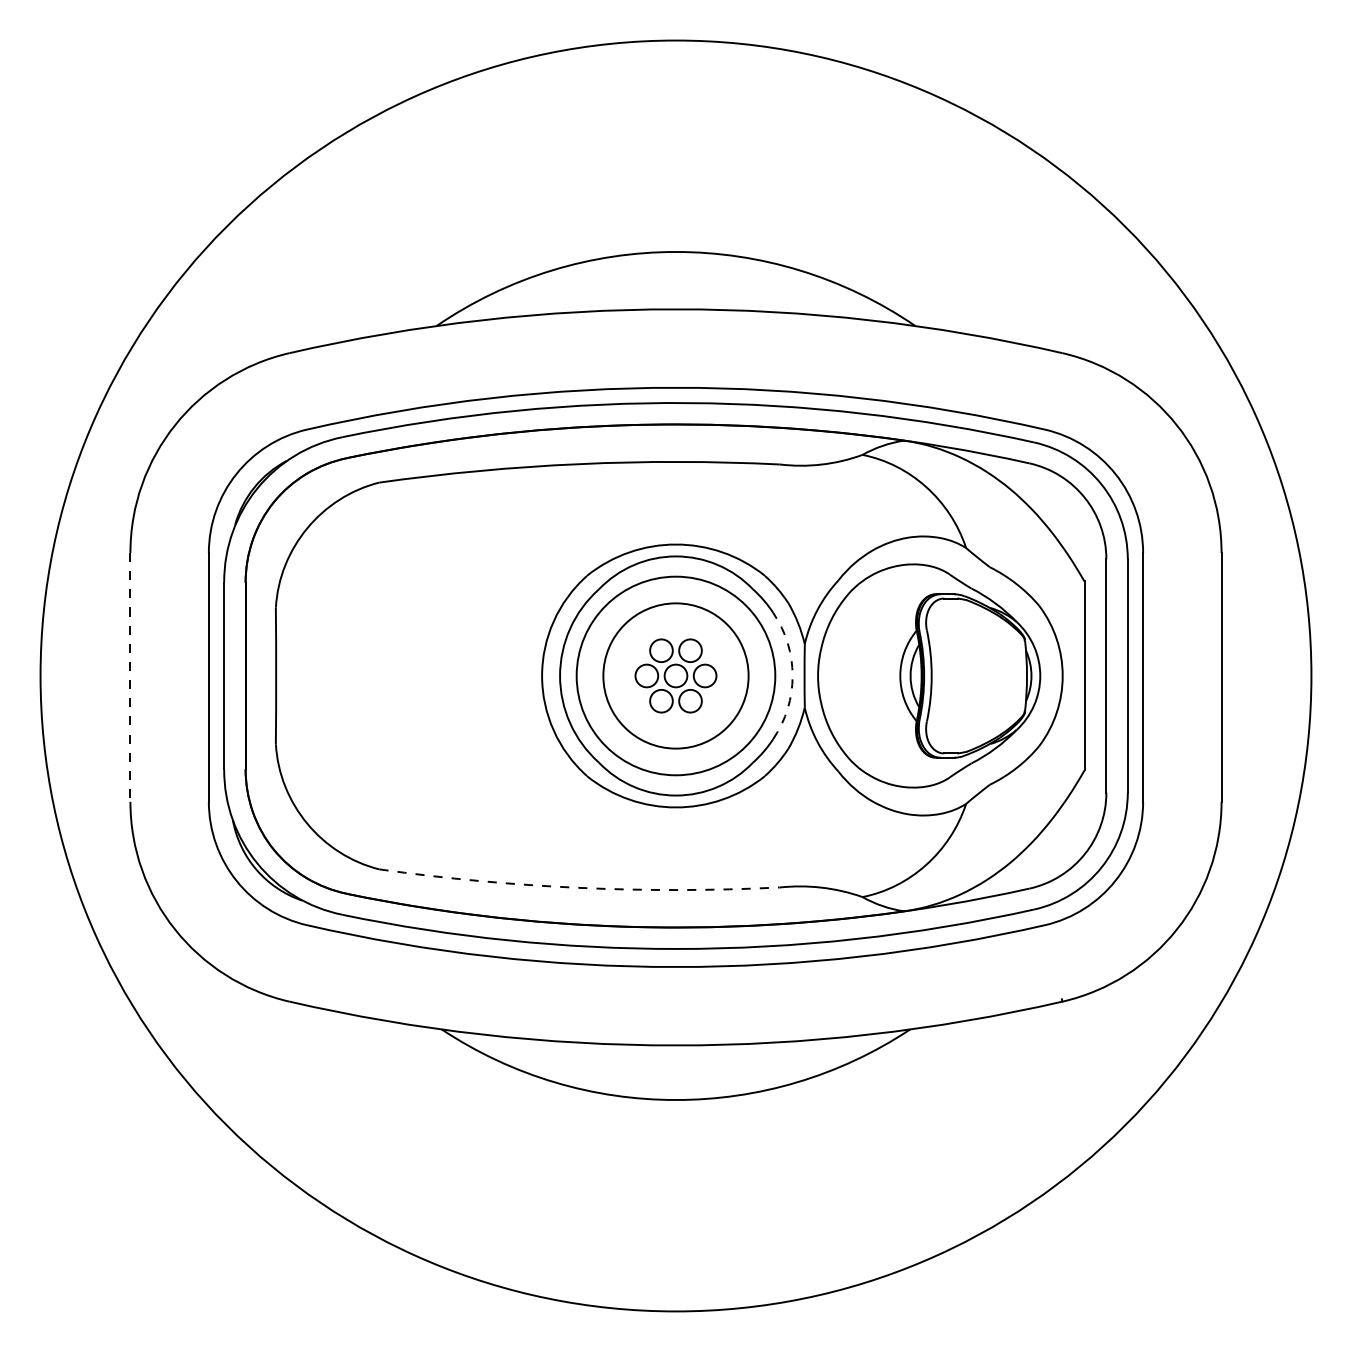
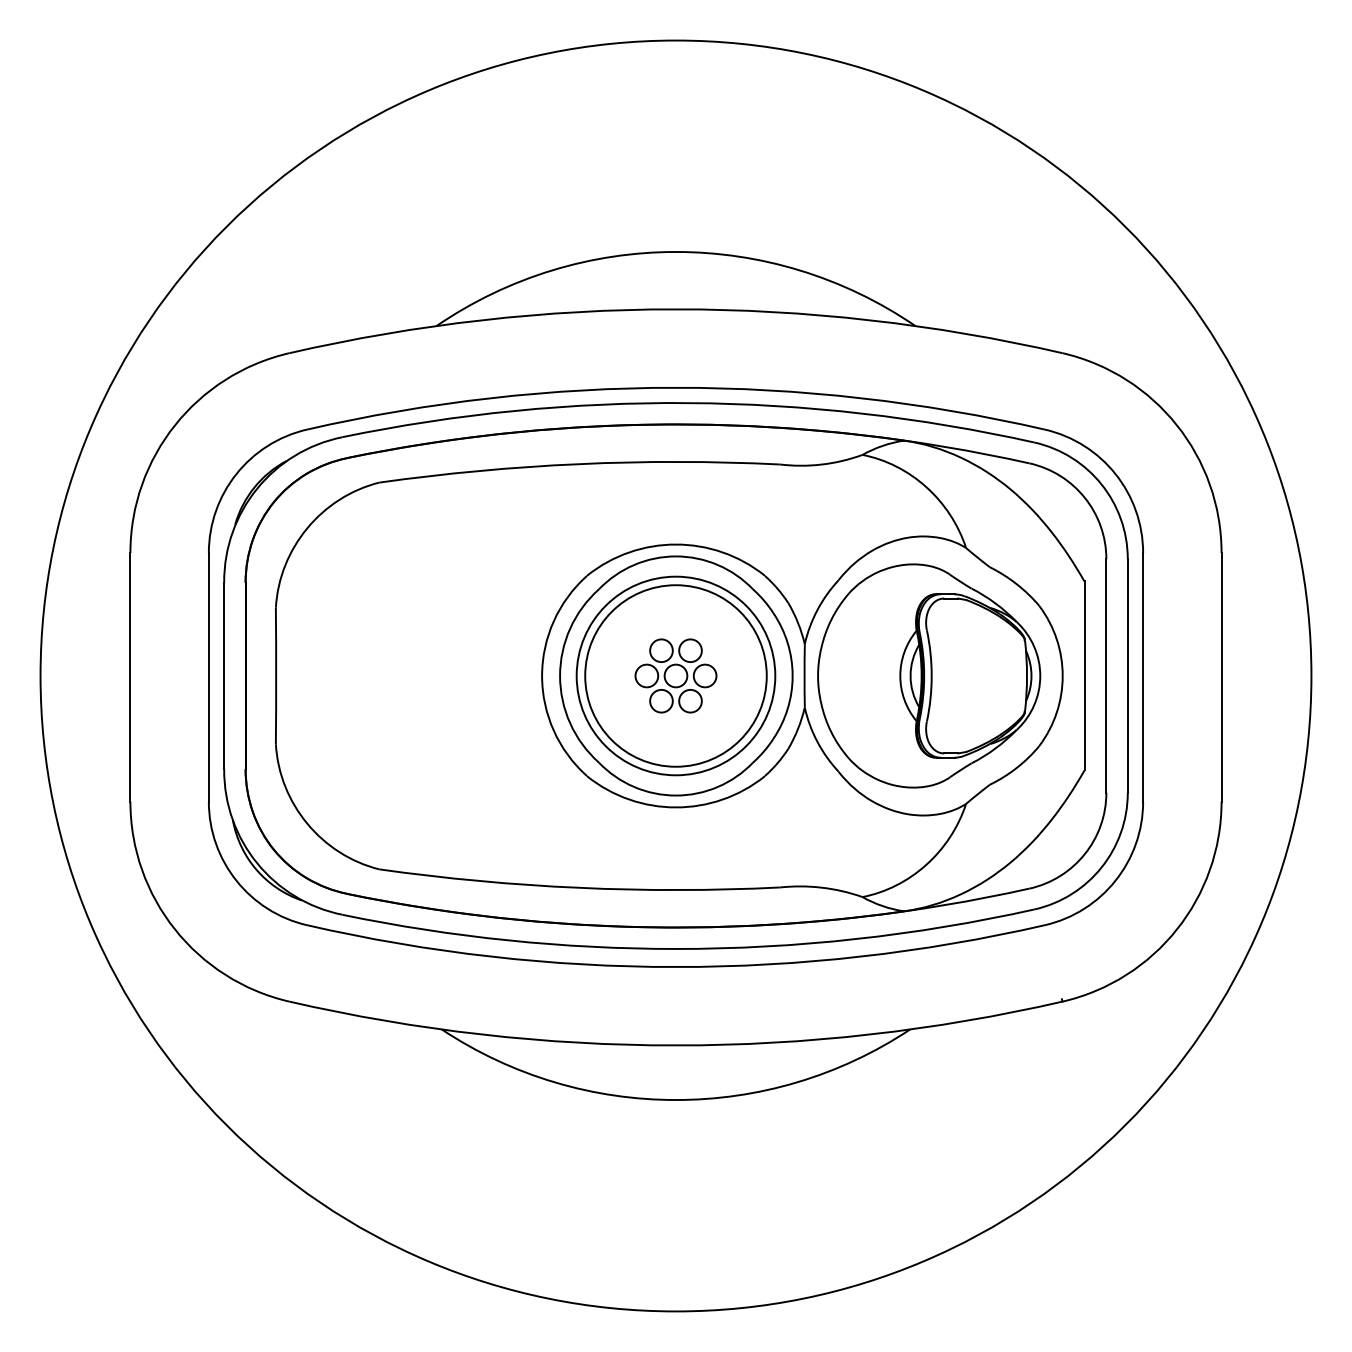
circle at (675, 675) diameter: 145 px -> 182 px
arc at (792, 675): dashed -> solid
line at (130, 677): dashed -> solid
arc at (578, 887): dashed -> solid
